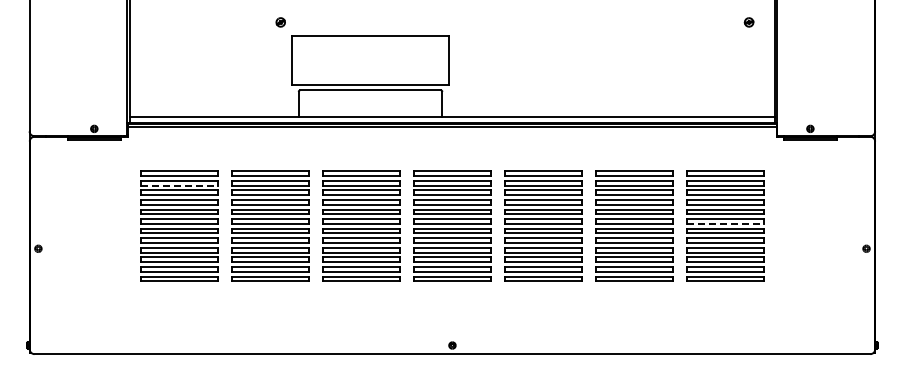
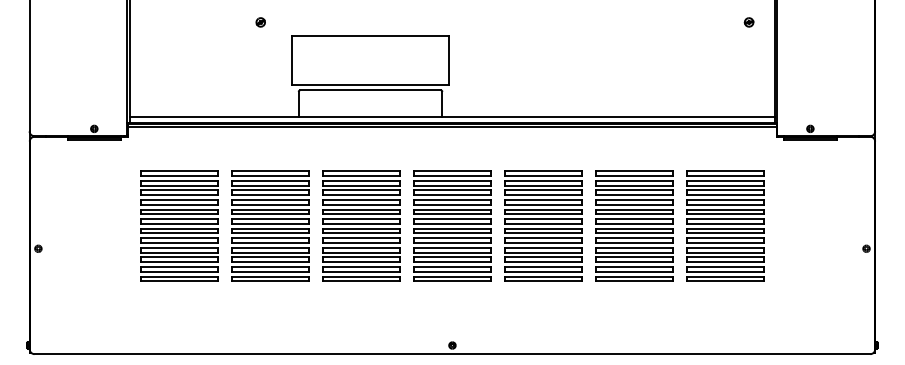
part at (280, 22) position: (280, 22) -> (260, 22)
line at (180, 185): dashed -> solid
line at (725, 223): dashed -> solid
